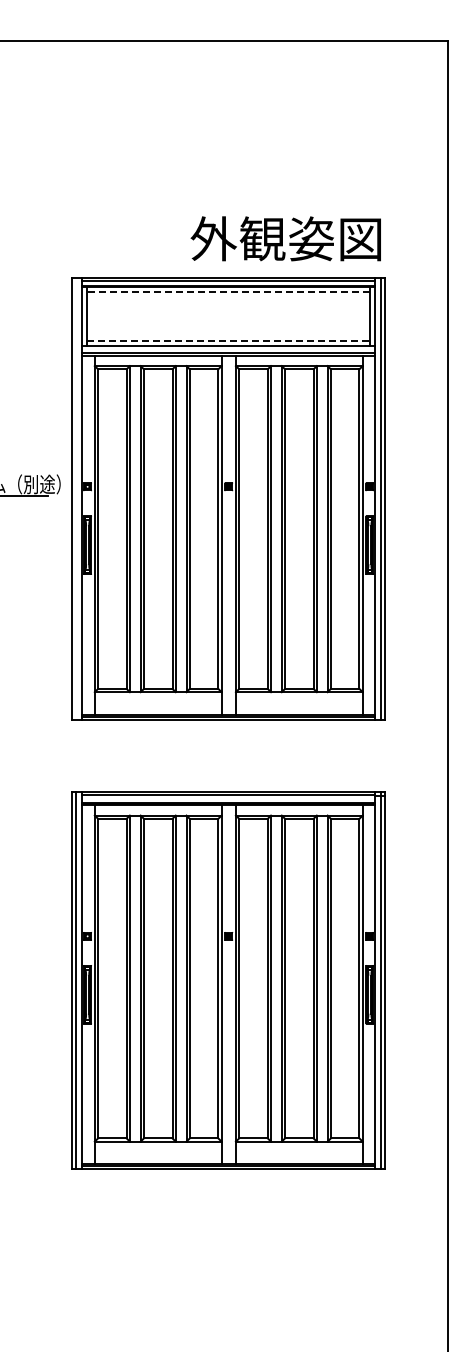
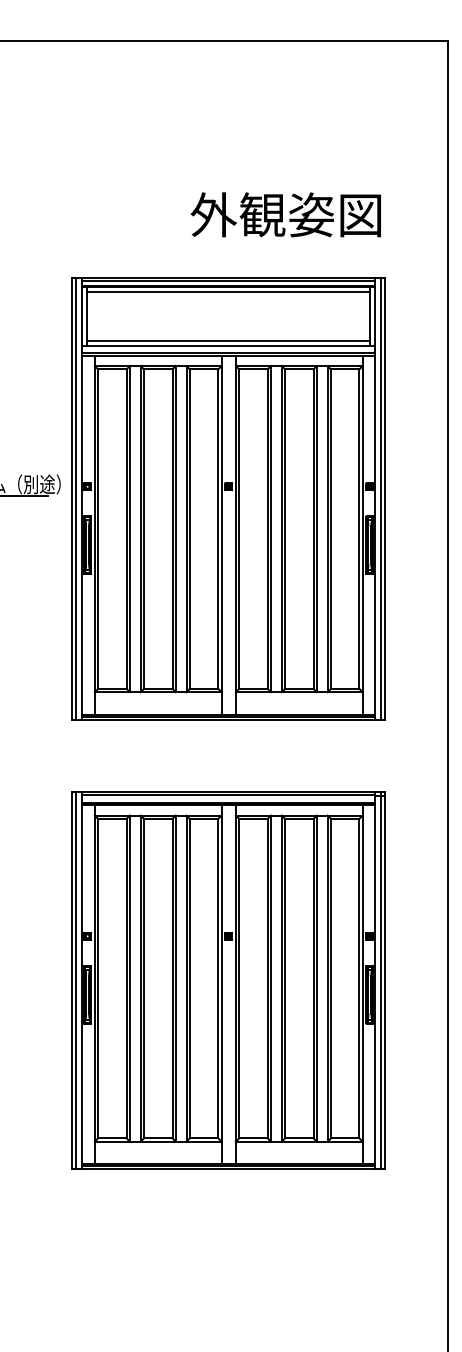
text at (285, 238) position: (285, 238) -> (285, 214)
line at (228, 292): dashed -> solid
line at (228, 340): dashed -> solid
line at (76, 498): none -> present
